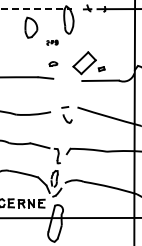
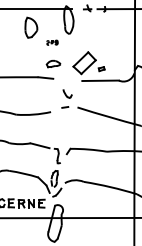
line at (36, 9): dashed -> solid
part at (53, 63) size: 11x6 px -> 17x10 px
part at (67, 118) position: (67, 118) -> (67, 93)
